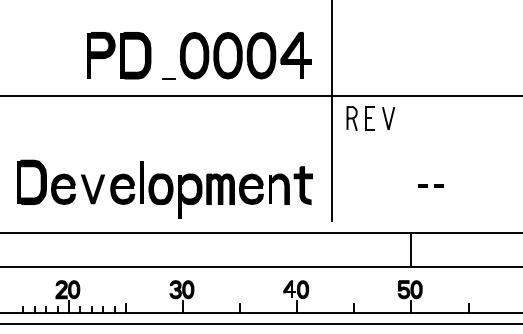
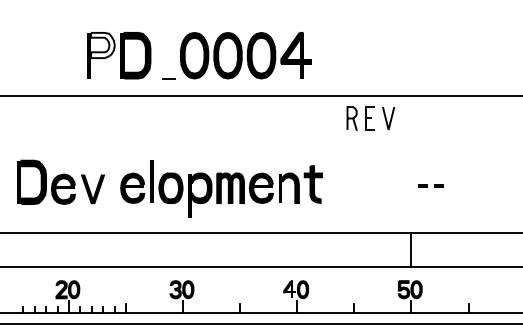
fill at (102, 45): present -> none
line at (331, 111): present -> none
part at (211, 189) position: (211, 189) -> (221, 188)
